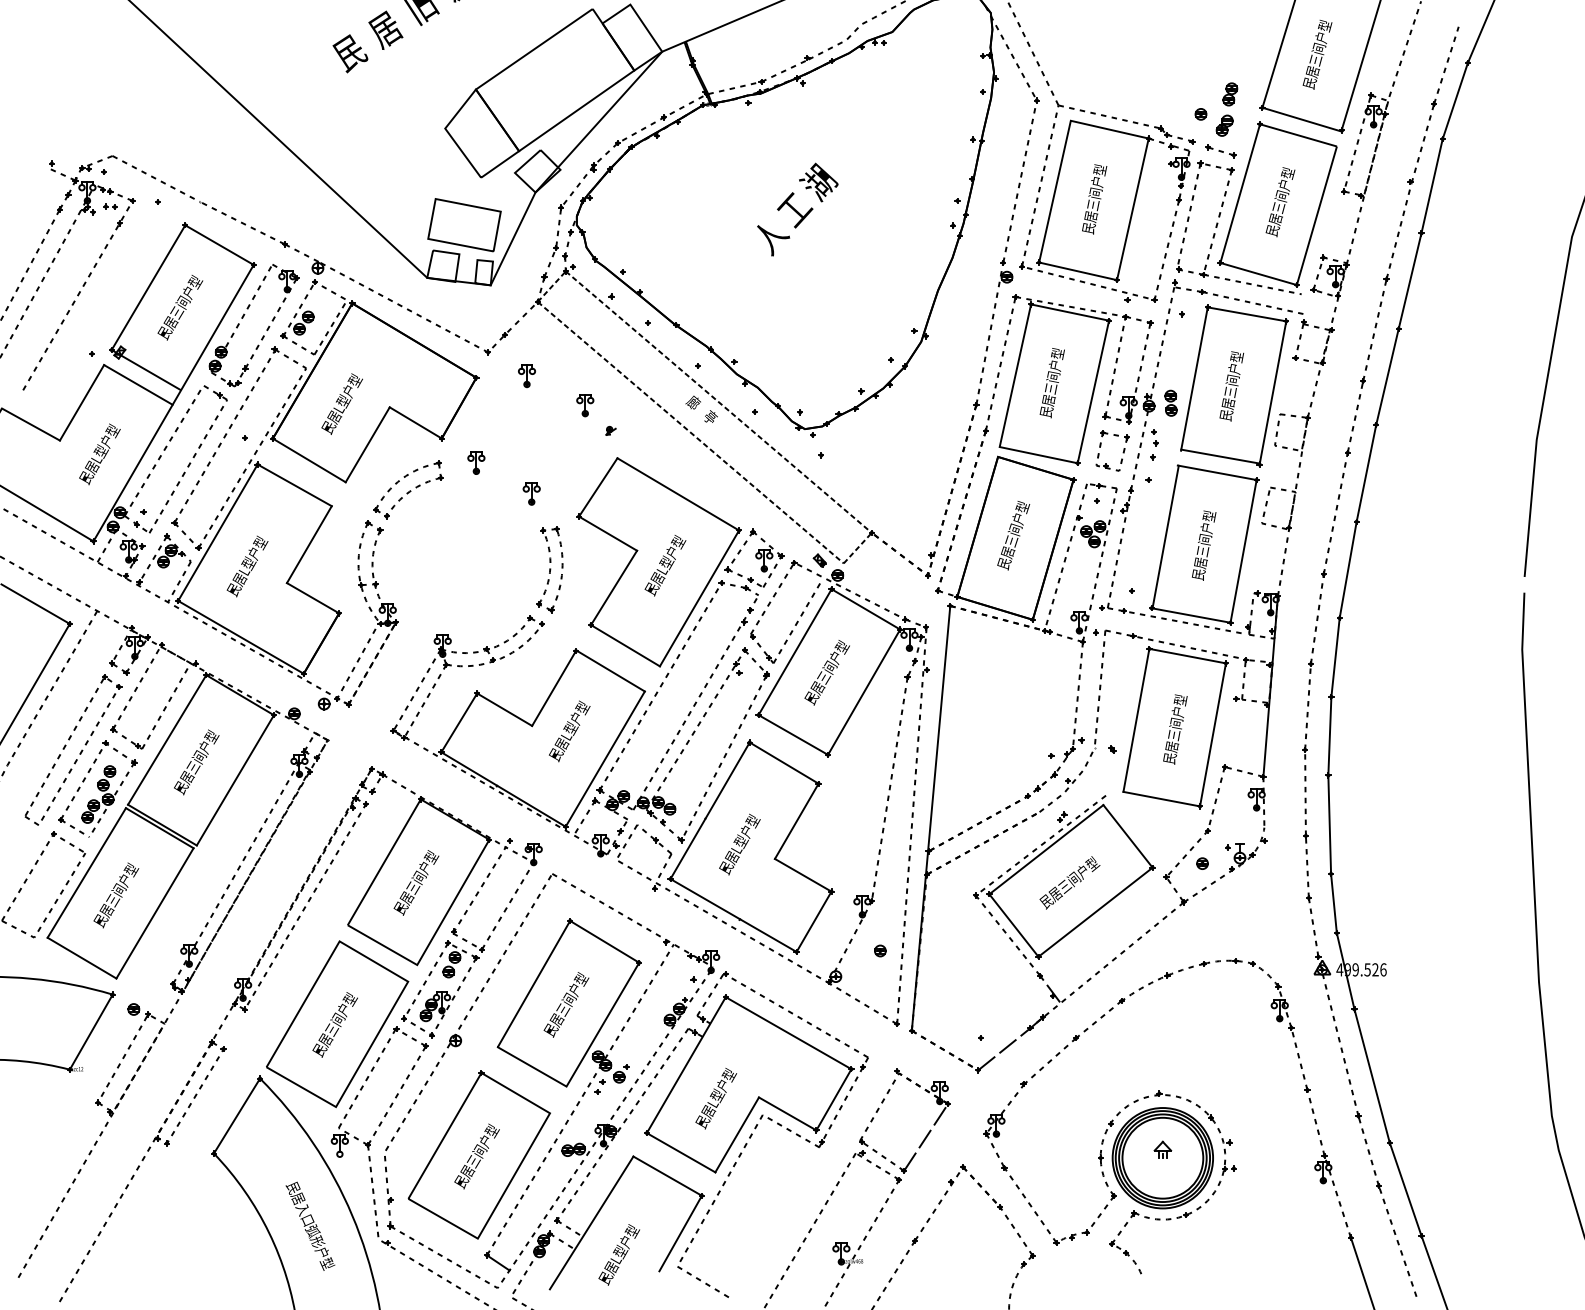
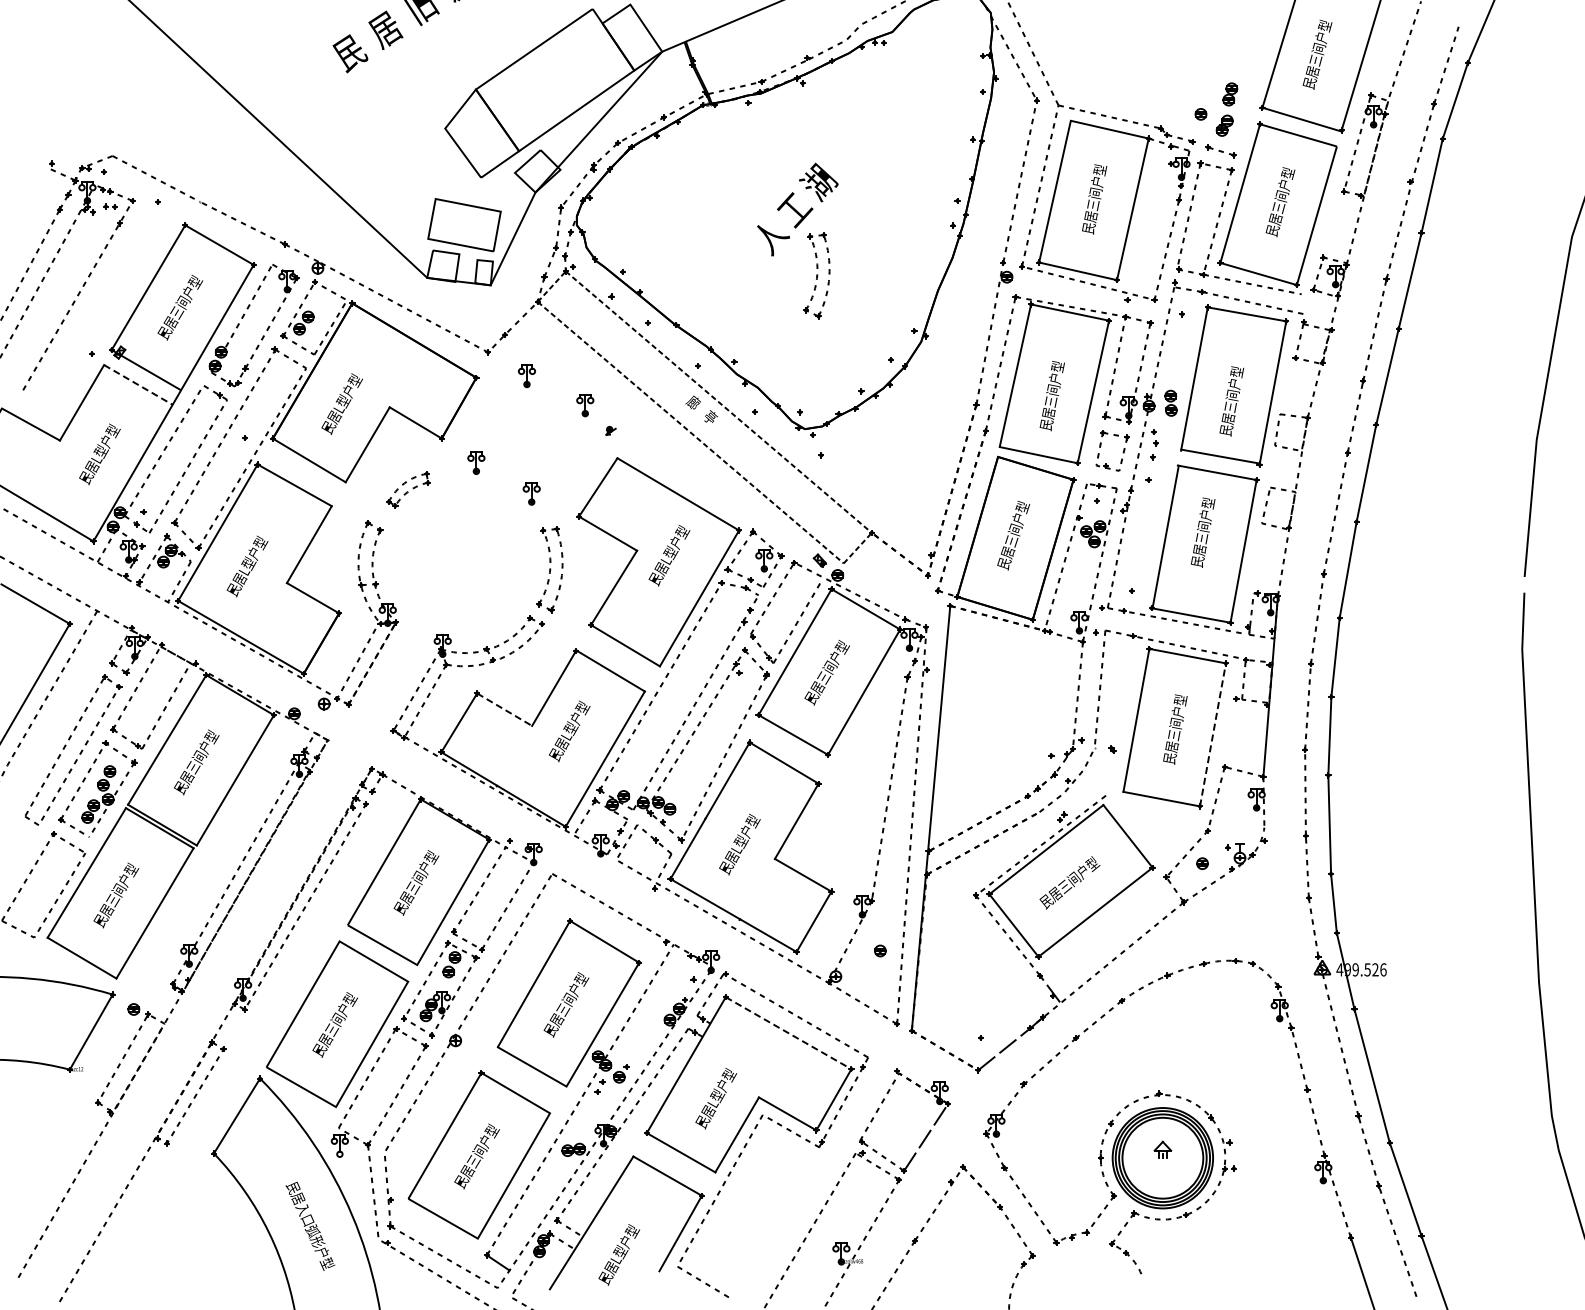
part at (816, 275): none -> present
text at (1051, 383) position: (1051, 383) -> (1051, 396)
line at (138, 384): solid -> dashed
text at (1231, 386) position: (1231, 386) -> (1231, 401)
part at (408, 489) size: 71x60 px -> 45x38 px
text at (1204, 545) position: (1204, 545) -> (1203, 532)
text at (665, 565) position: (665, 565) -> (669, 555)
line at (504, 709): solid -> dashed
line at (1212, 734): solid -> dashed
line at (789, 1033): solid -> dashed
